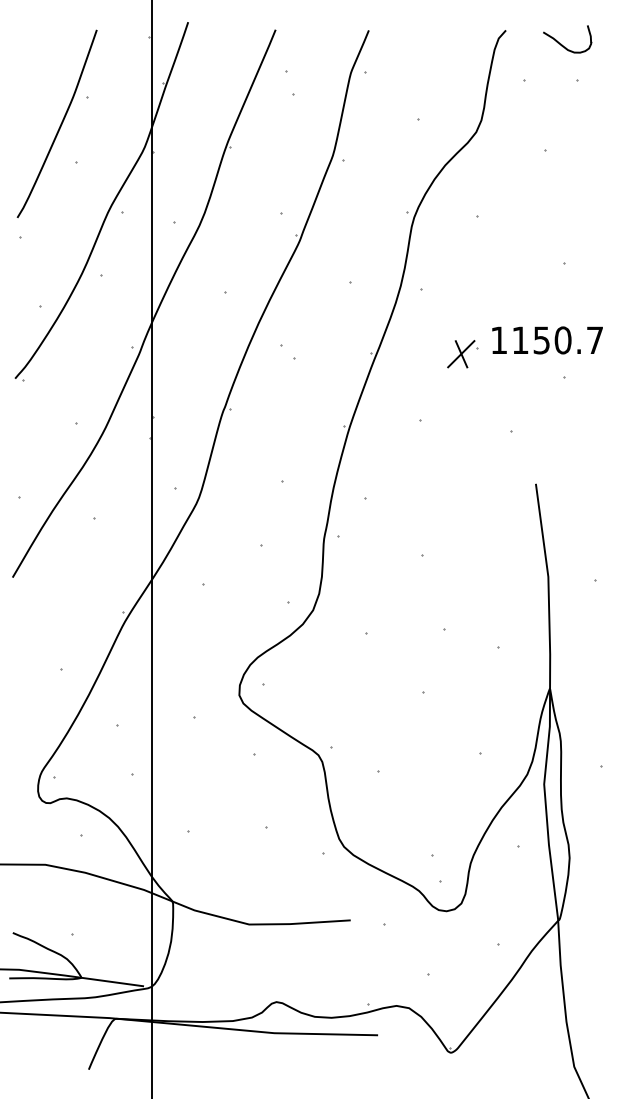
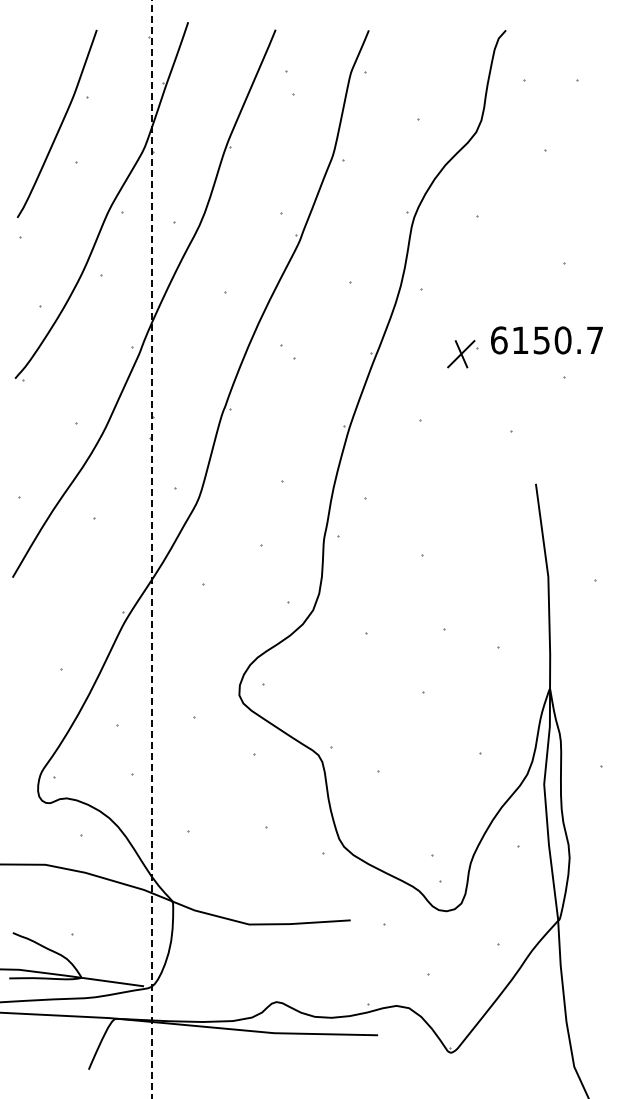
part at (562, 44): present -> none
text at (499, 340): 1150.7 -> 6150.7
line at (152, 549): solid -> dashed
